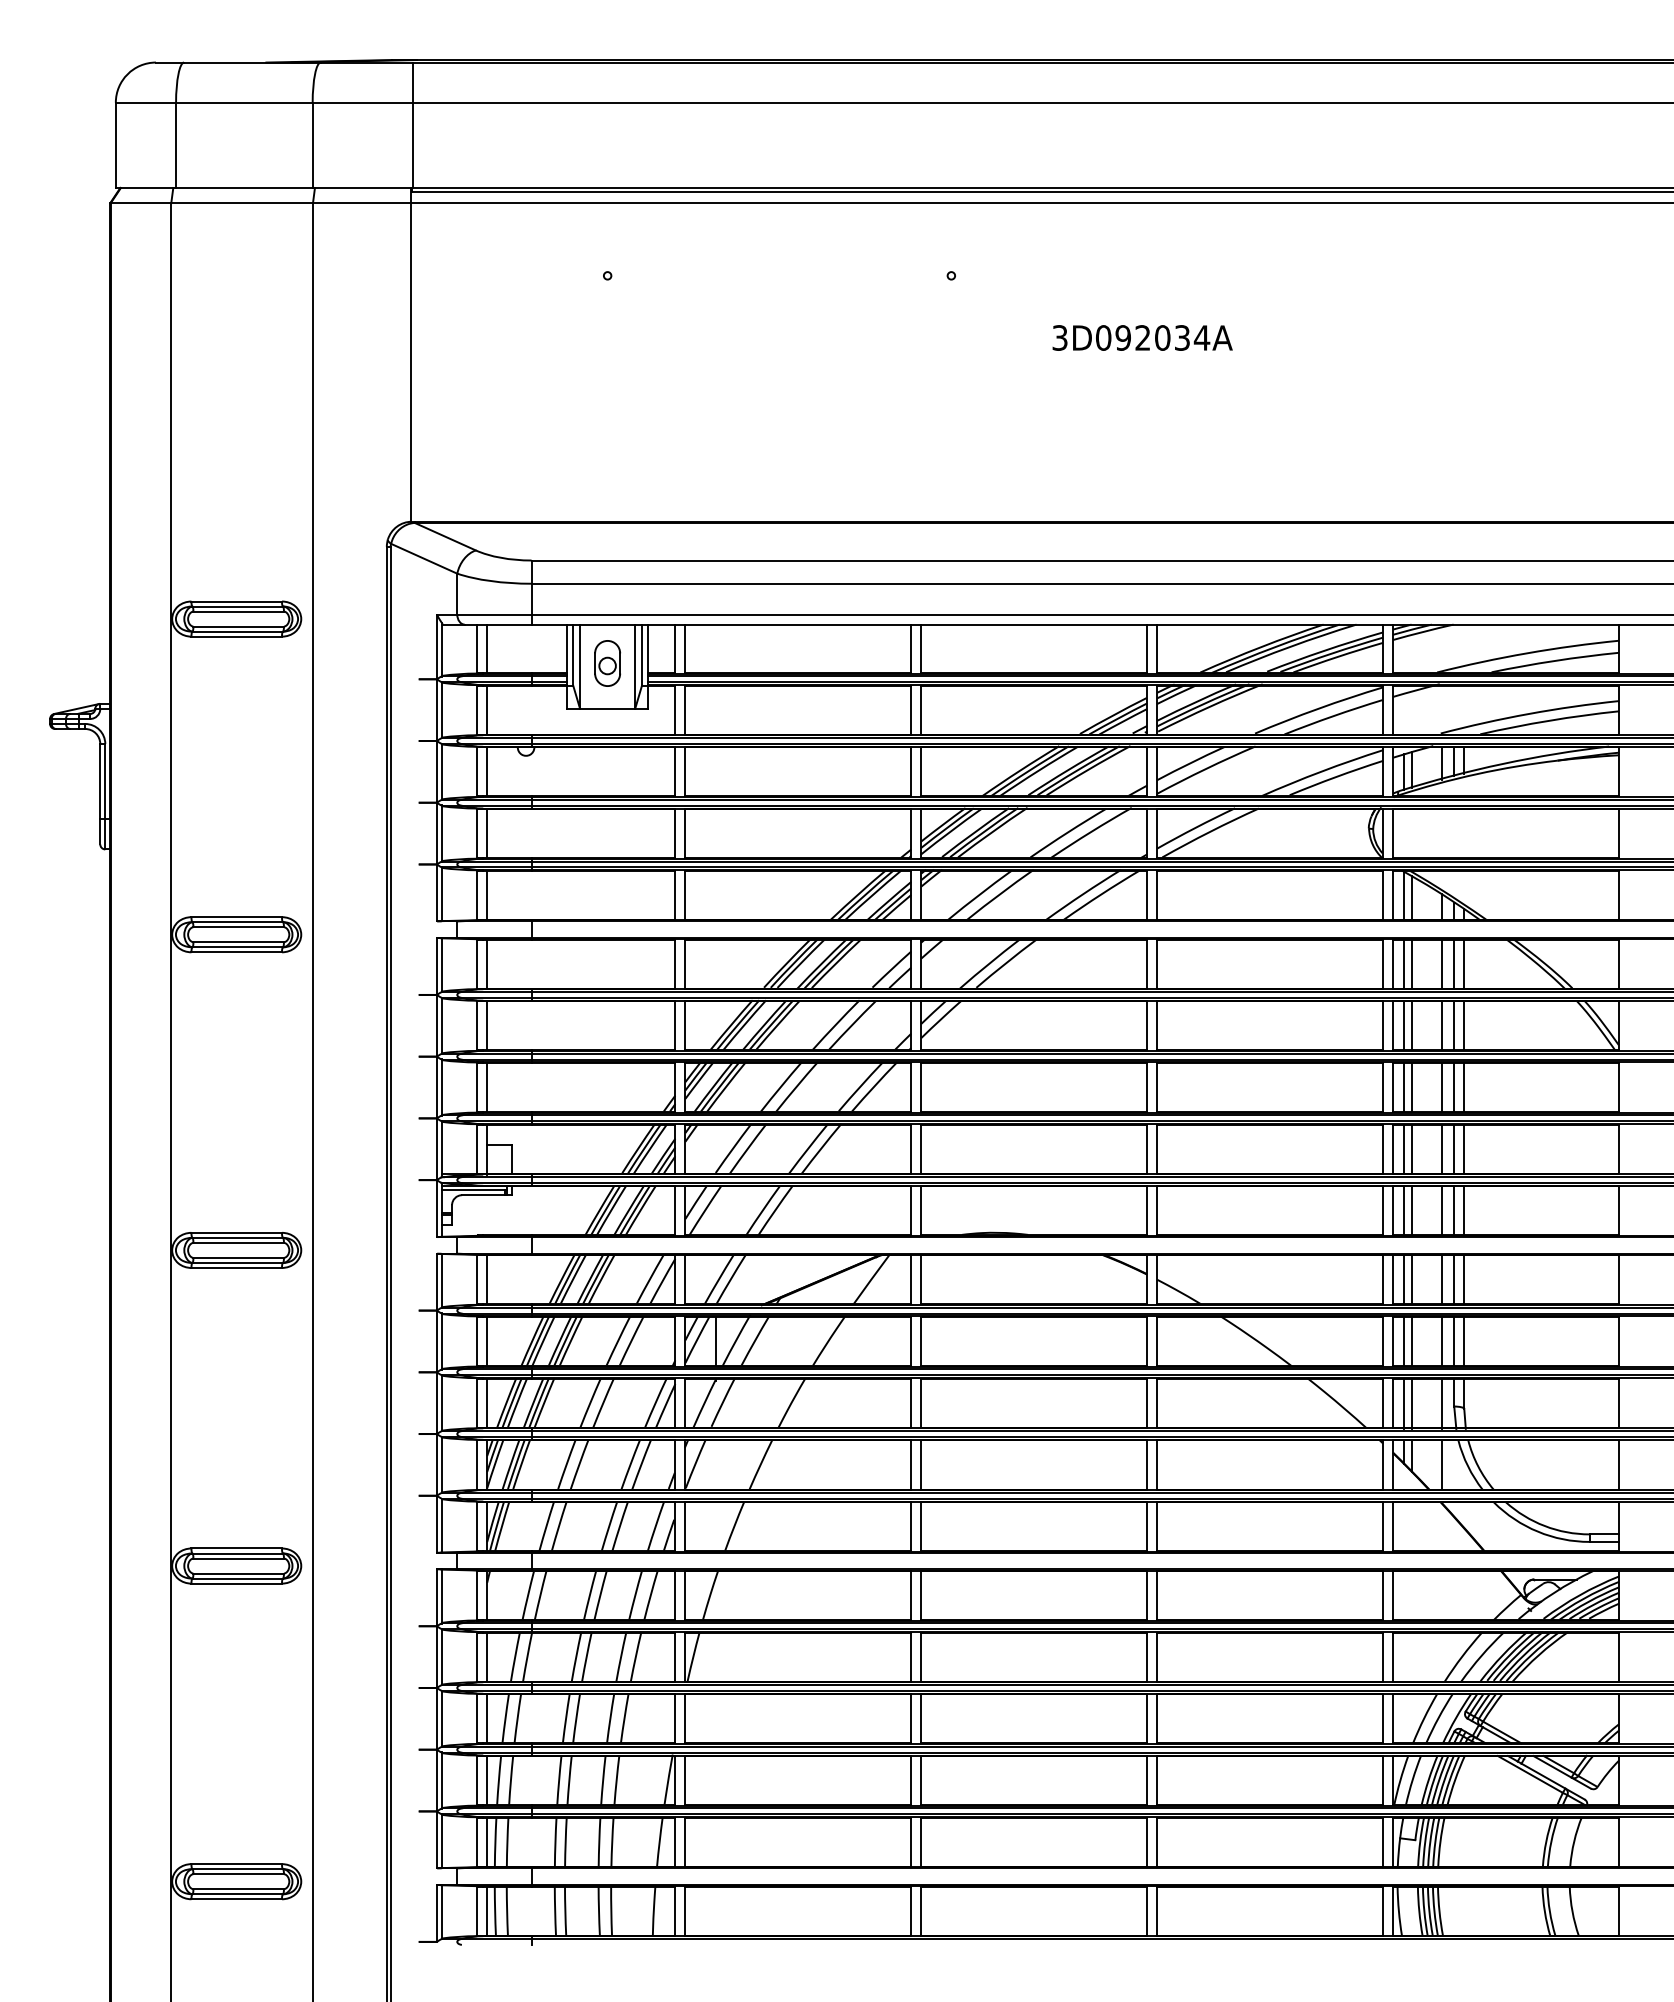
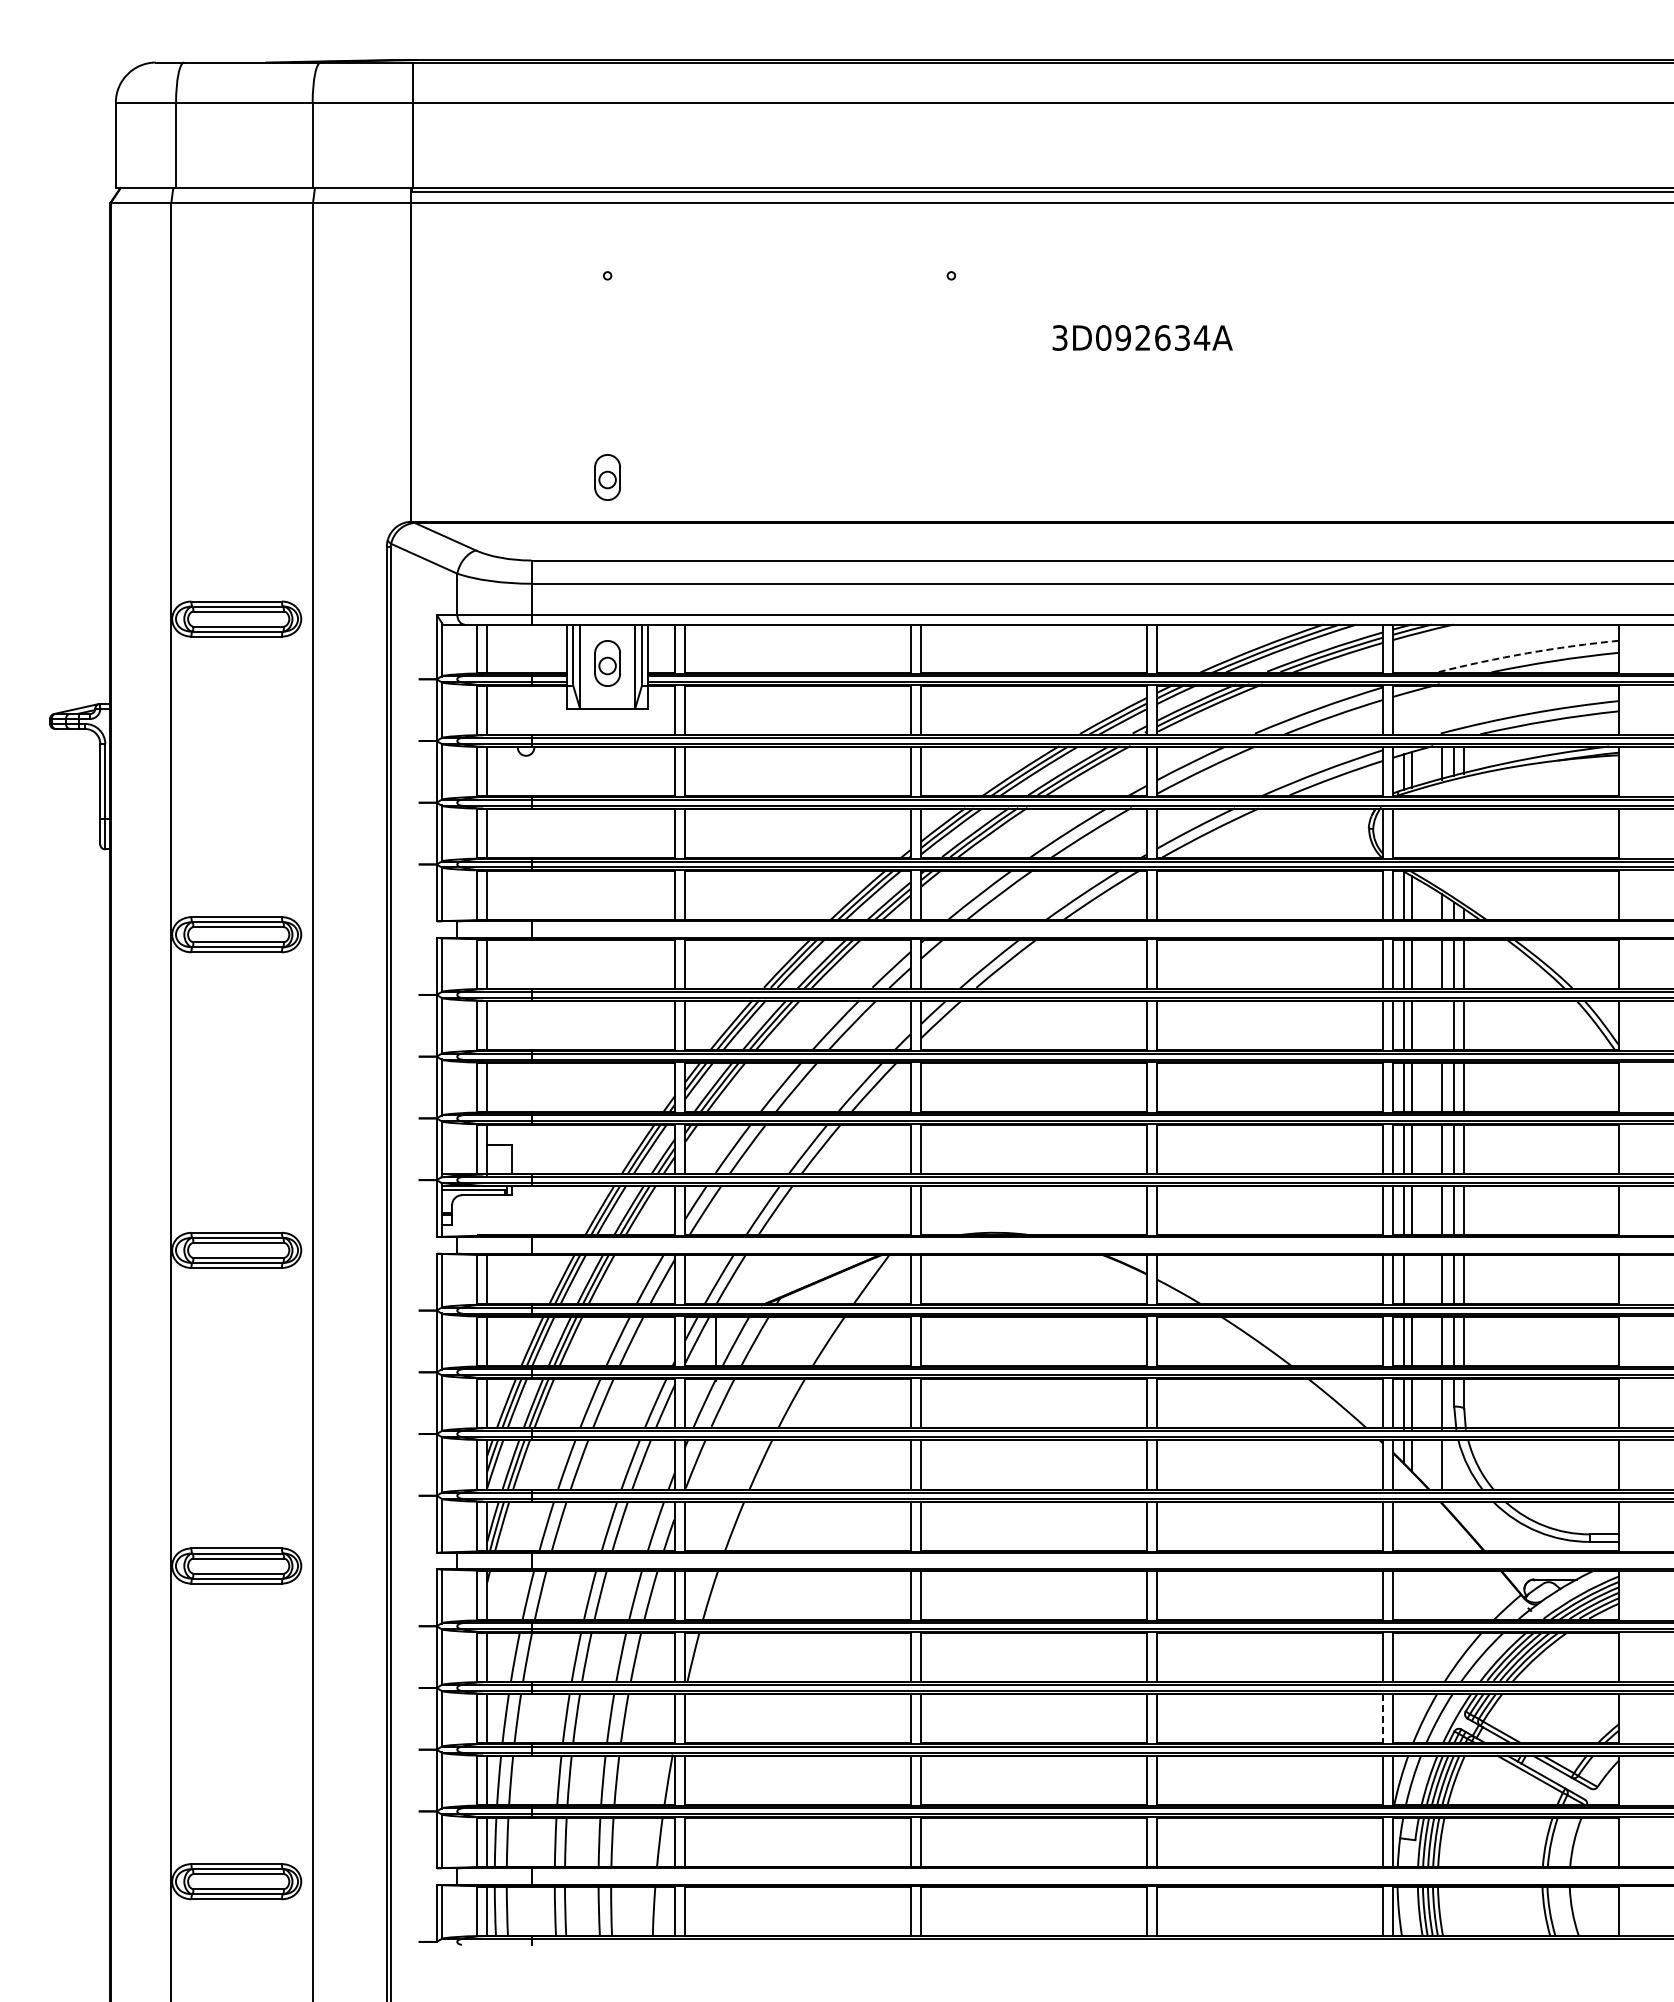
text at (1162, 337): 3D092034A -> 3D092634A
part at (607, 477): none -> present
arc at (1527, 653): solid -> dashed
line at (1441, 1025): present -> none
line at (1411, 1279): present -> none
line at (1382, 1718): solid -> dashed
